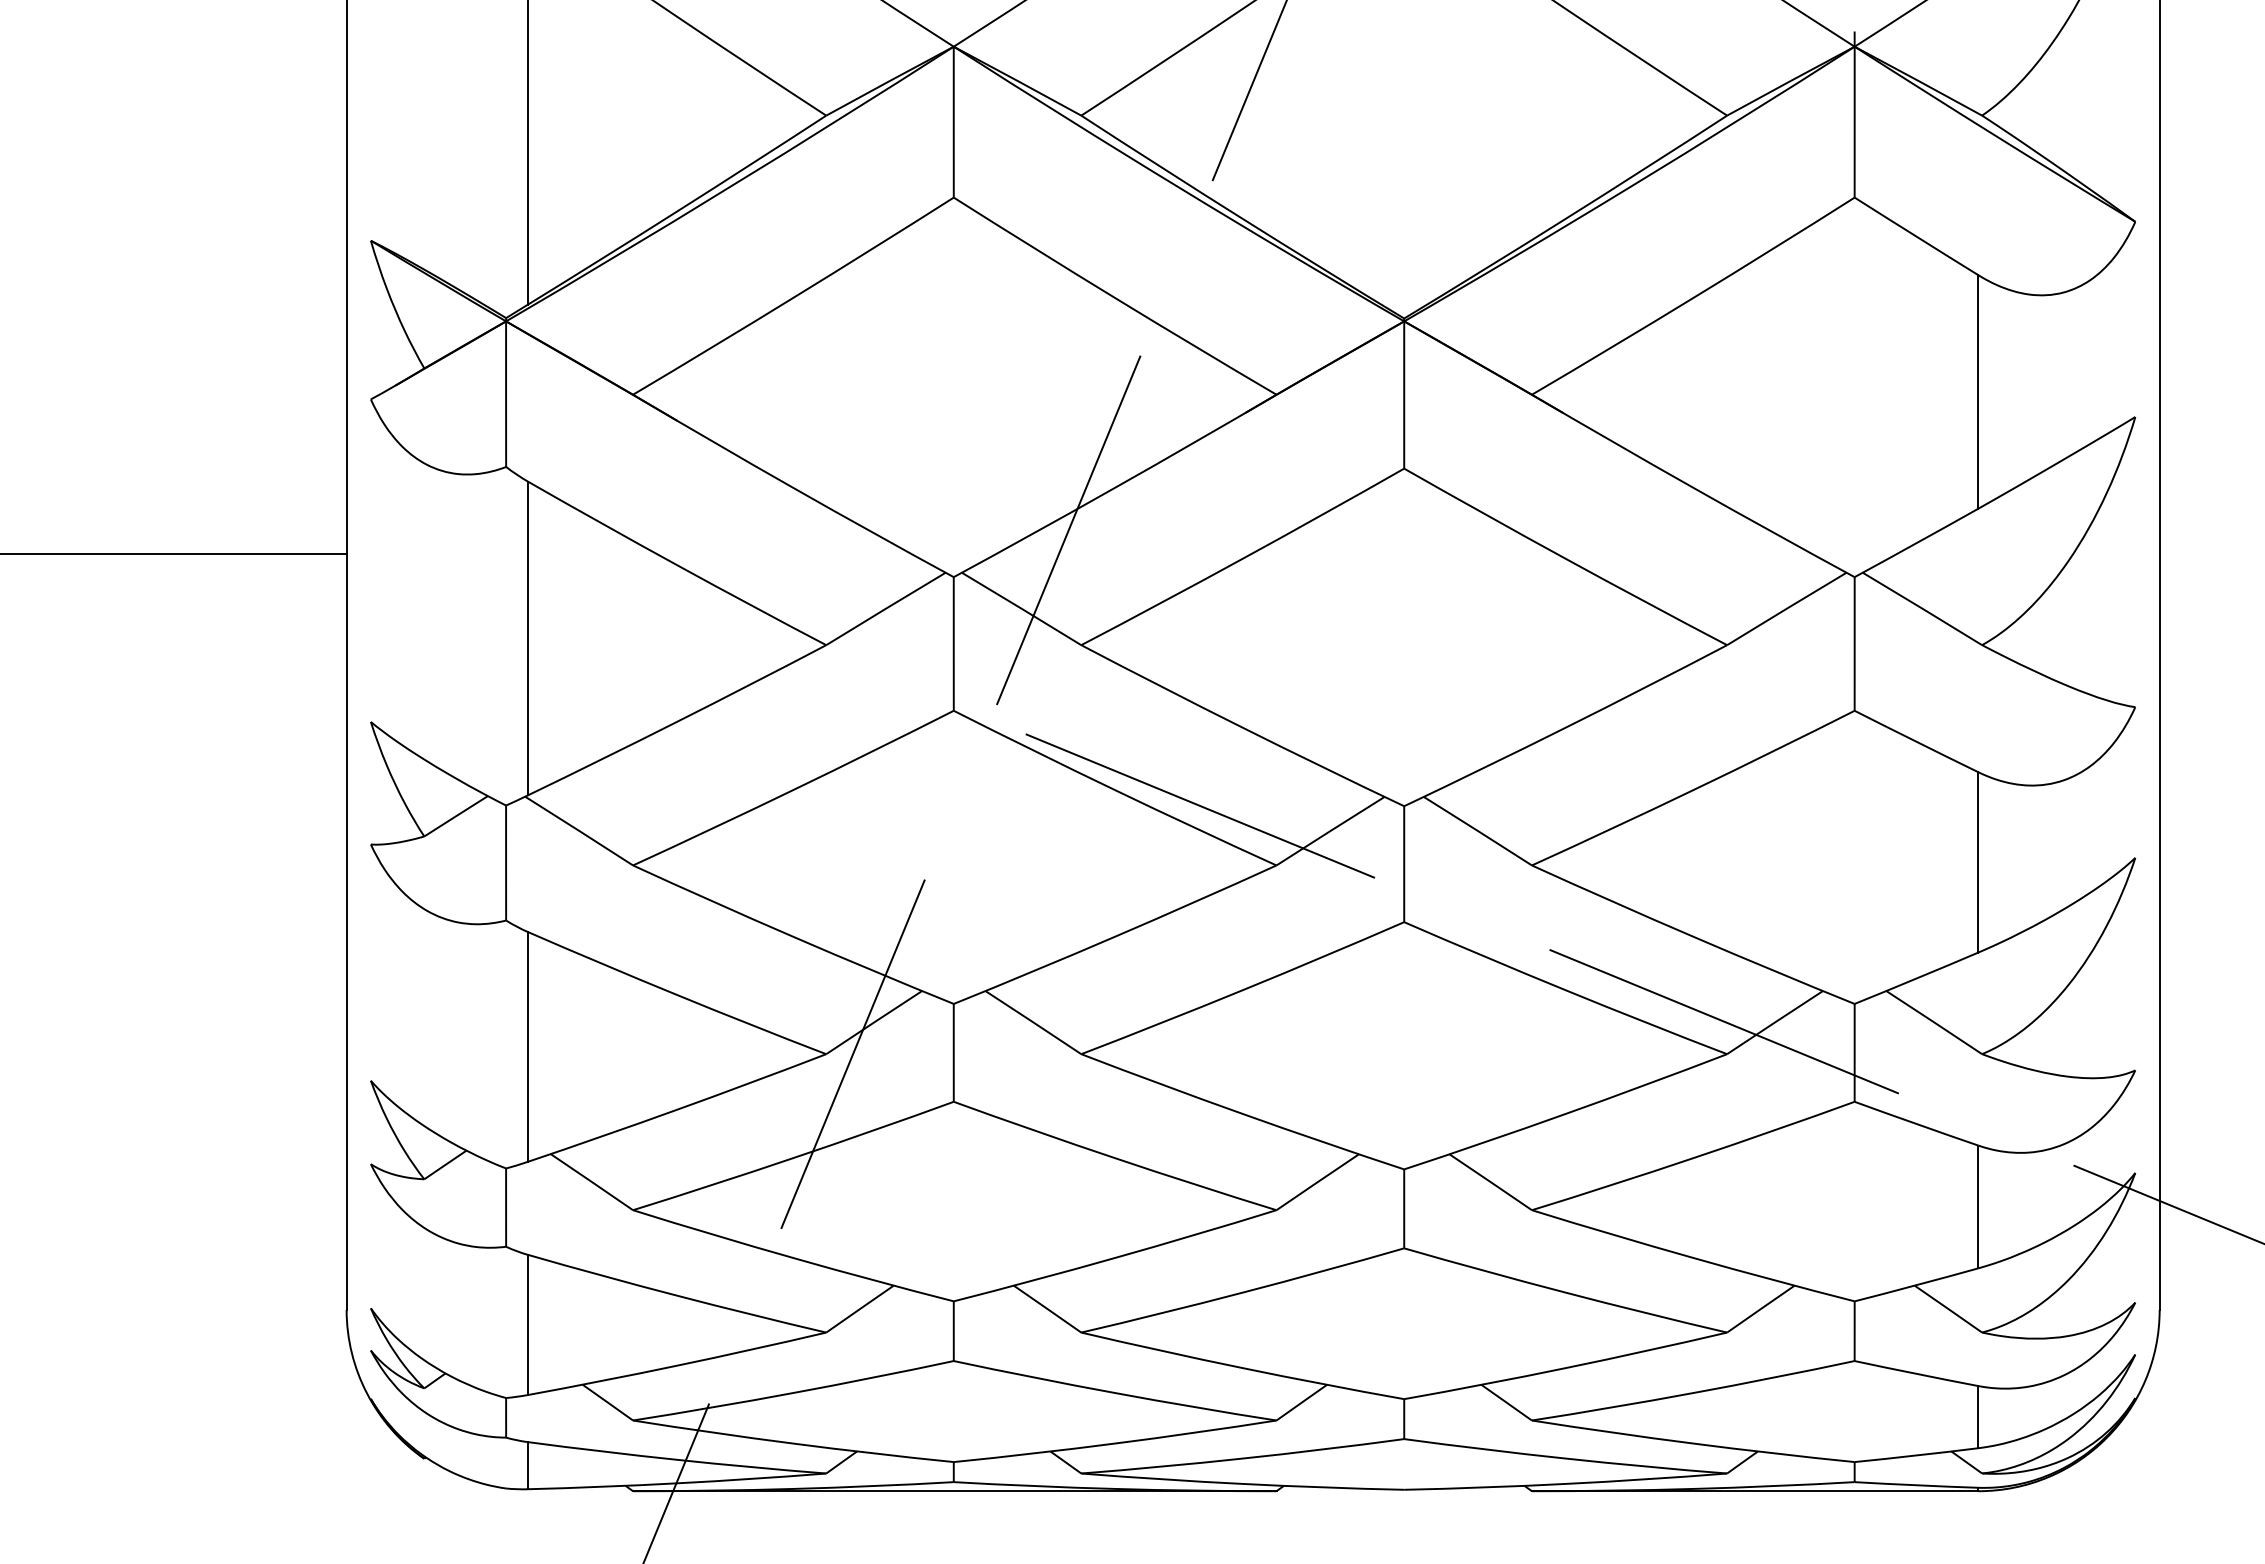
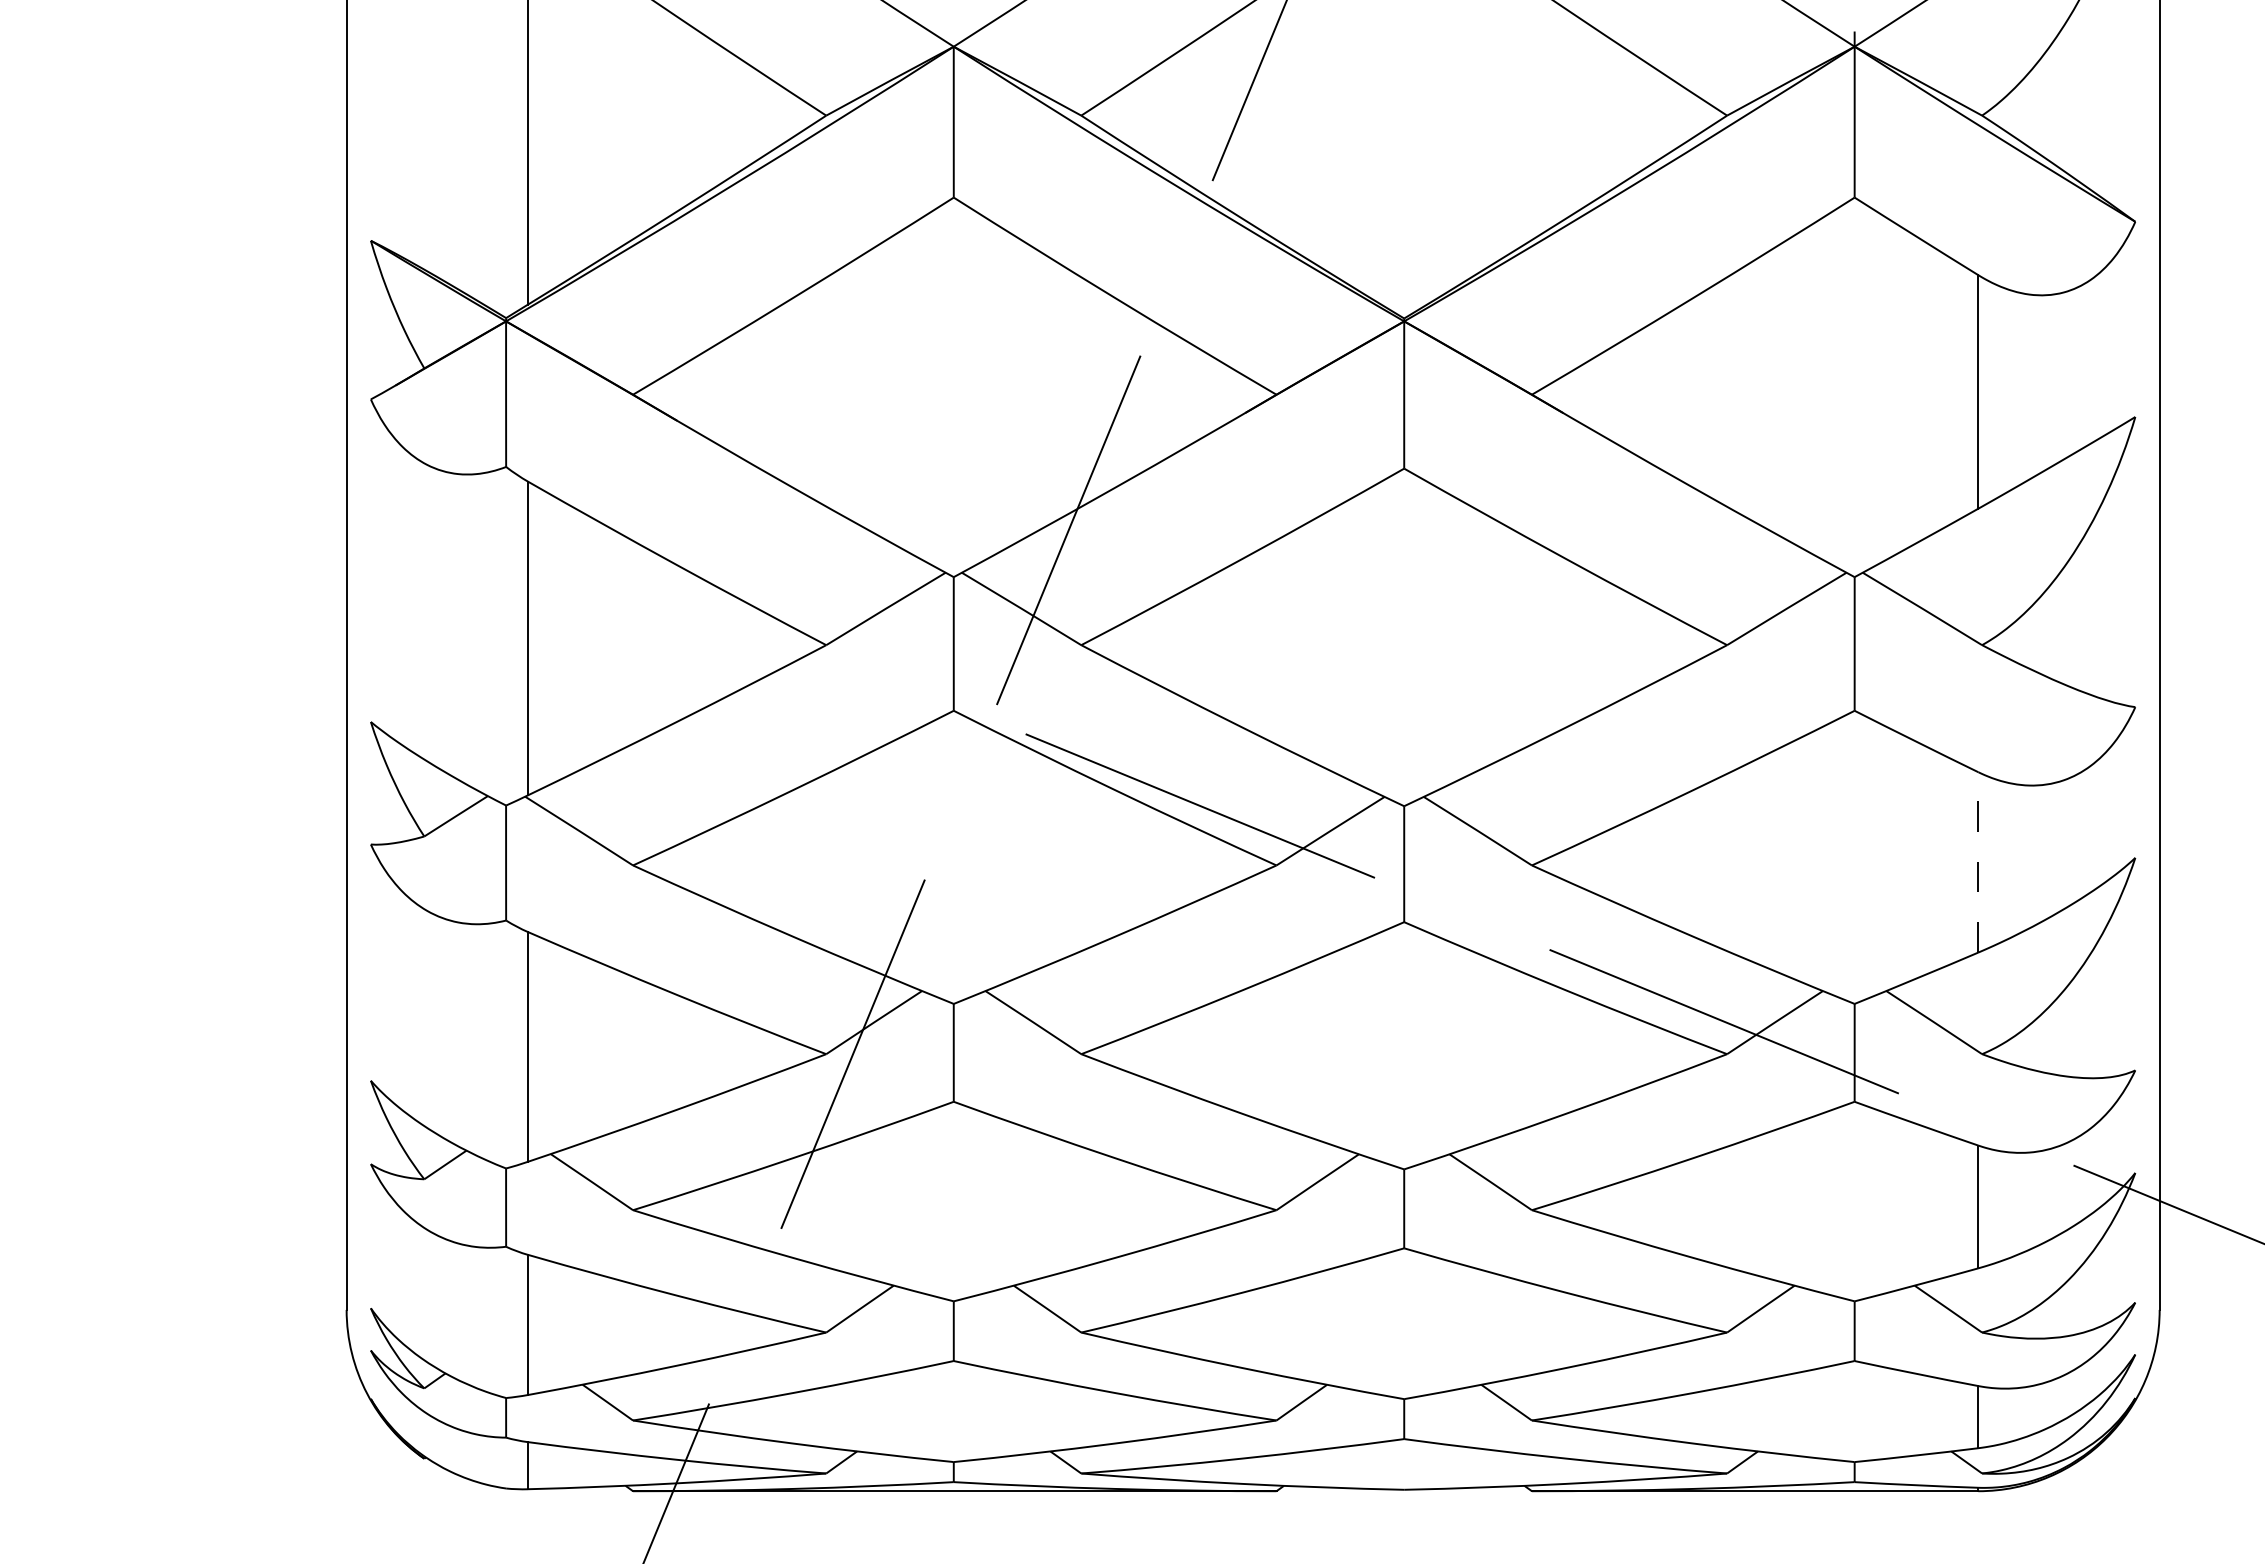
line at (174, 554): present -> none
line at (1978, 861): solid -> dashed
